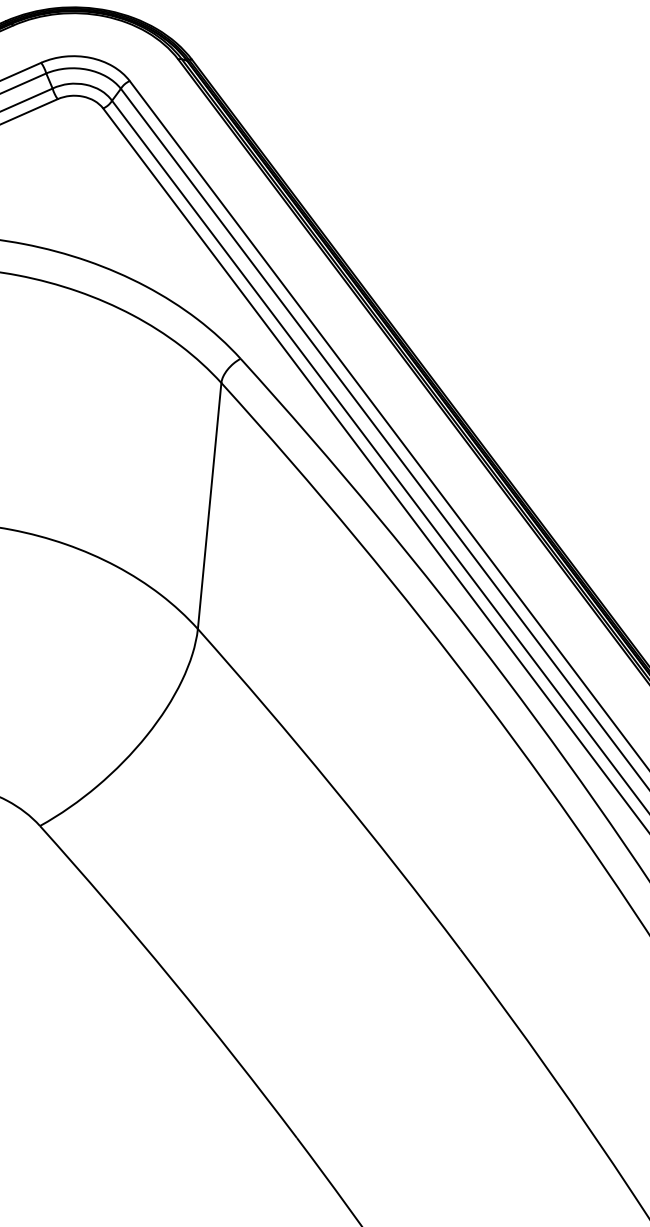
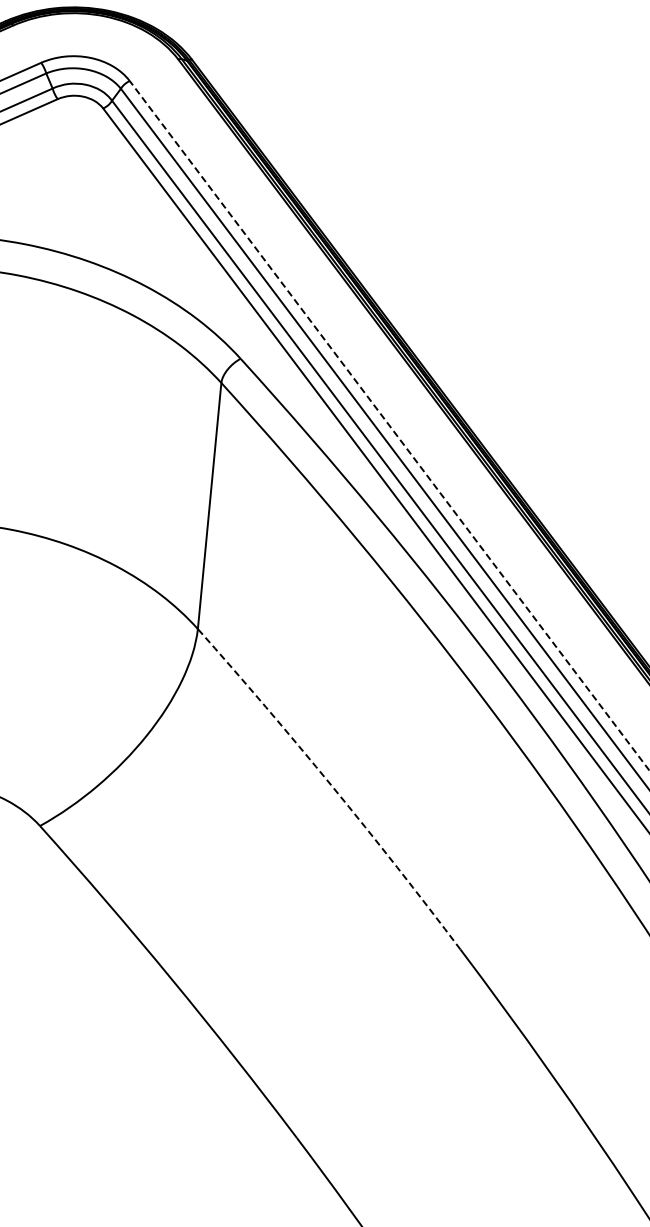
line at (389, 425): solid -> dashed
arc at (332, 786): solid -> dashed
